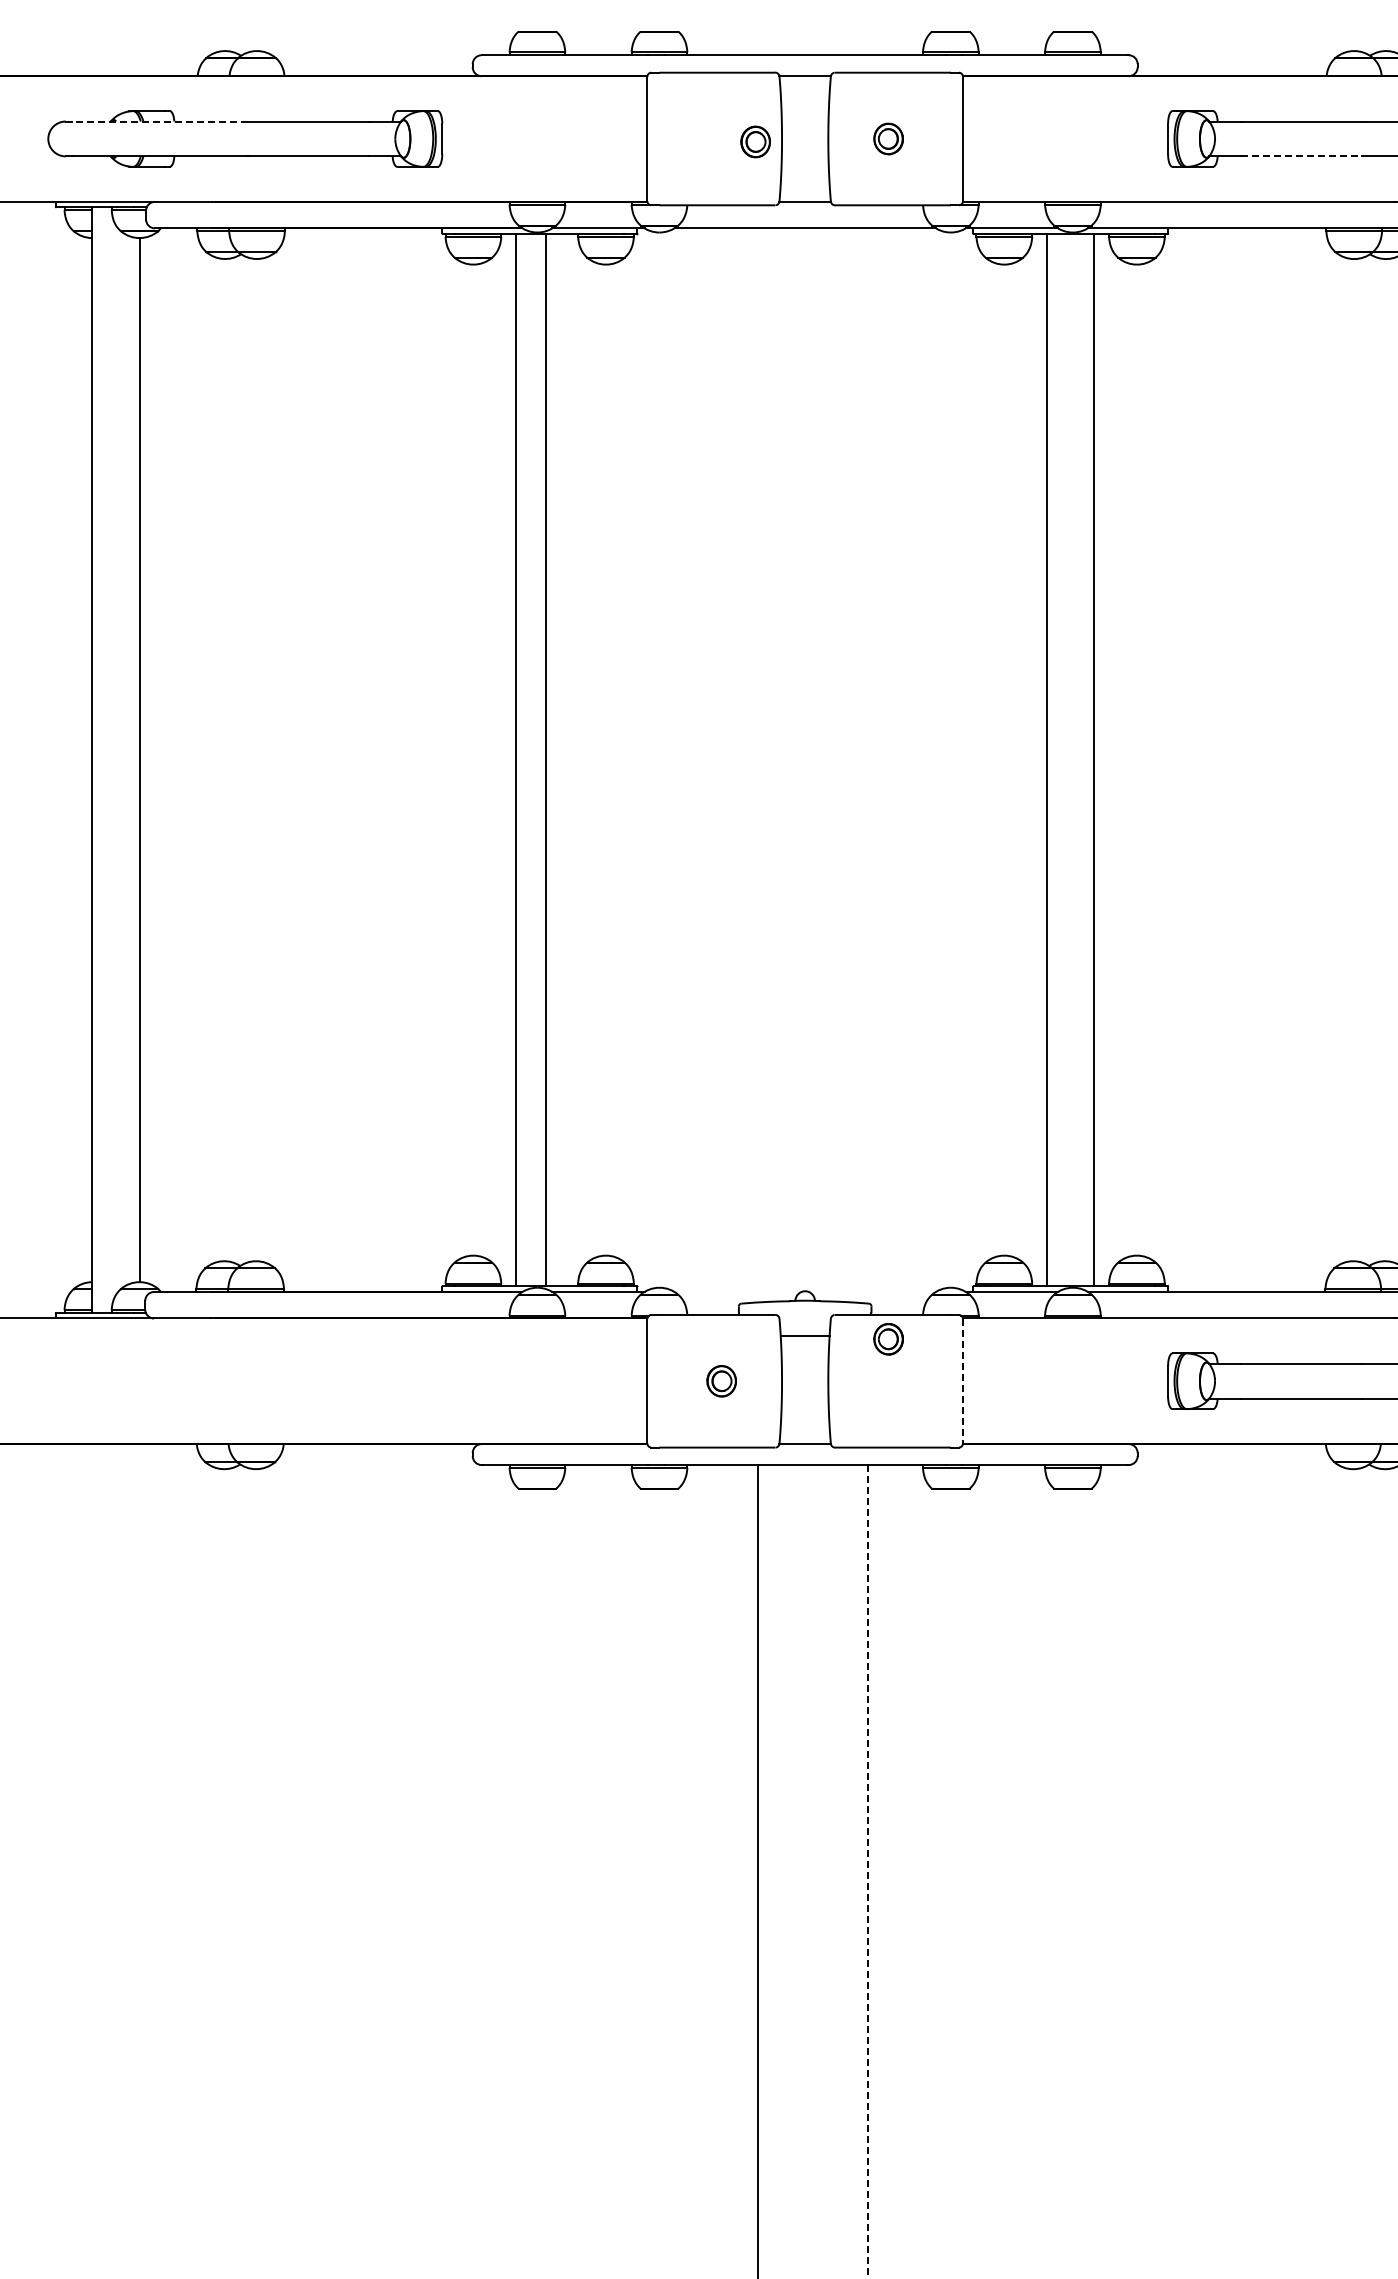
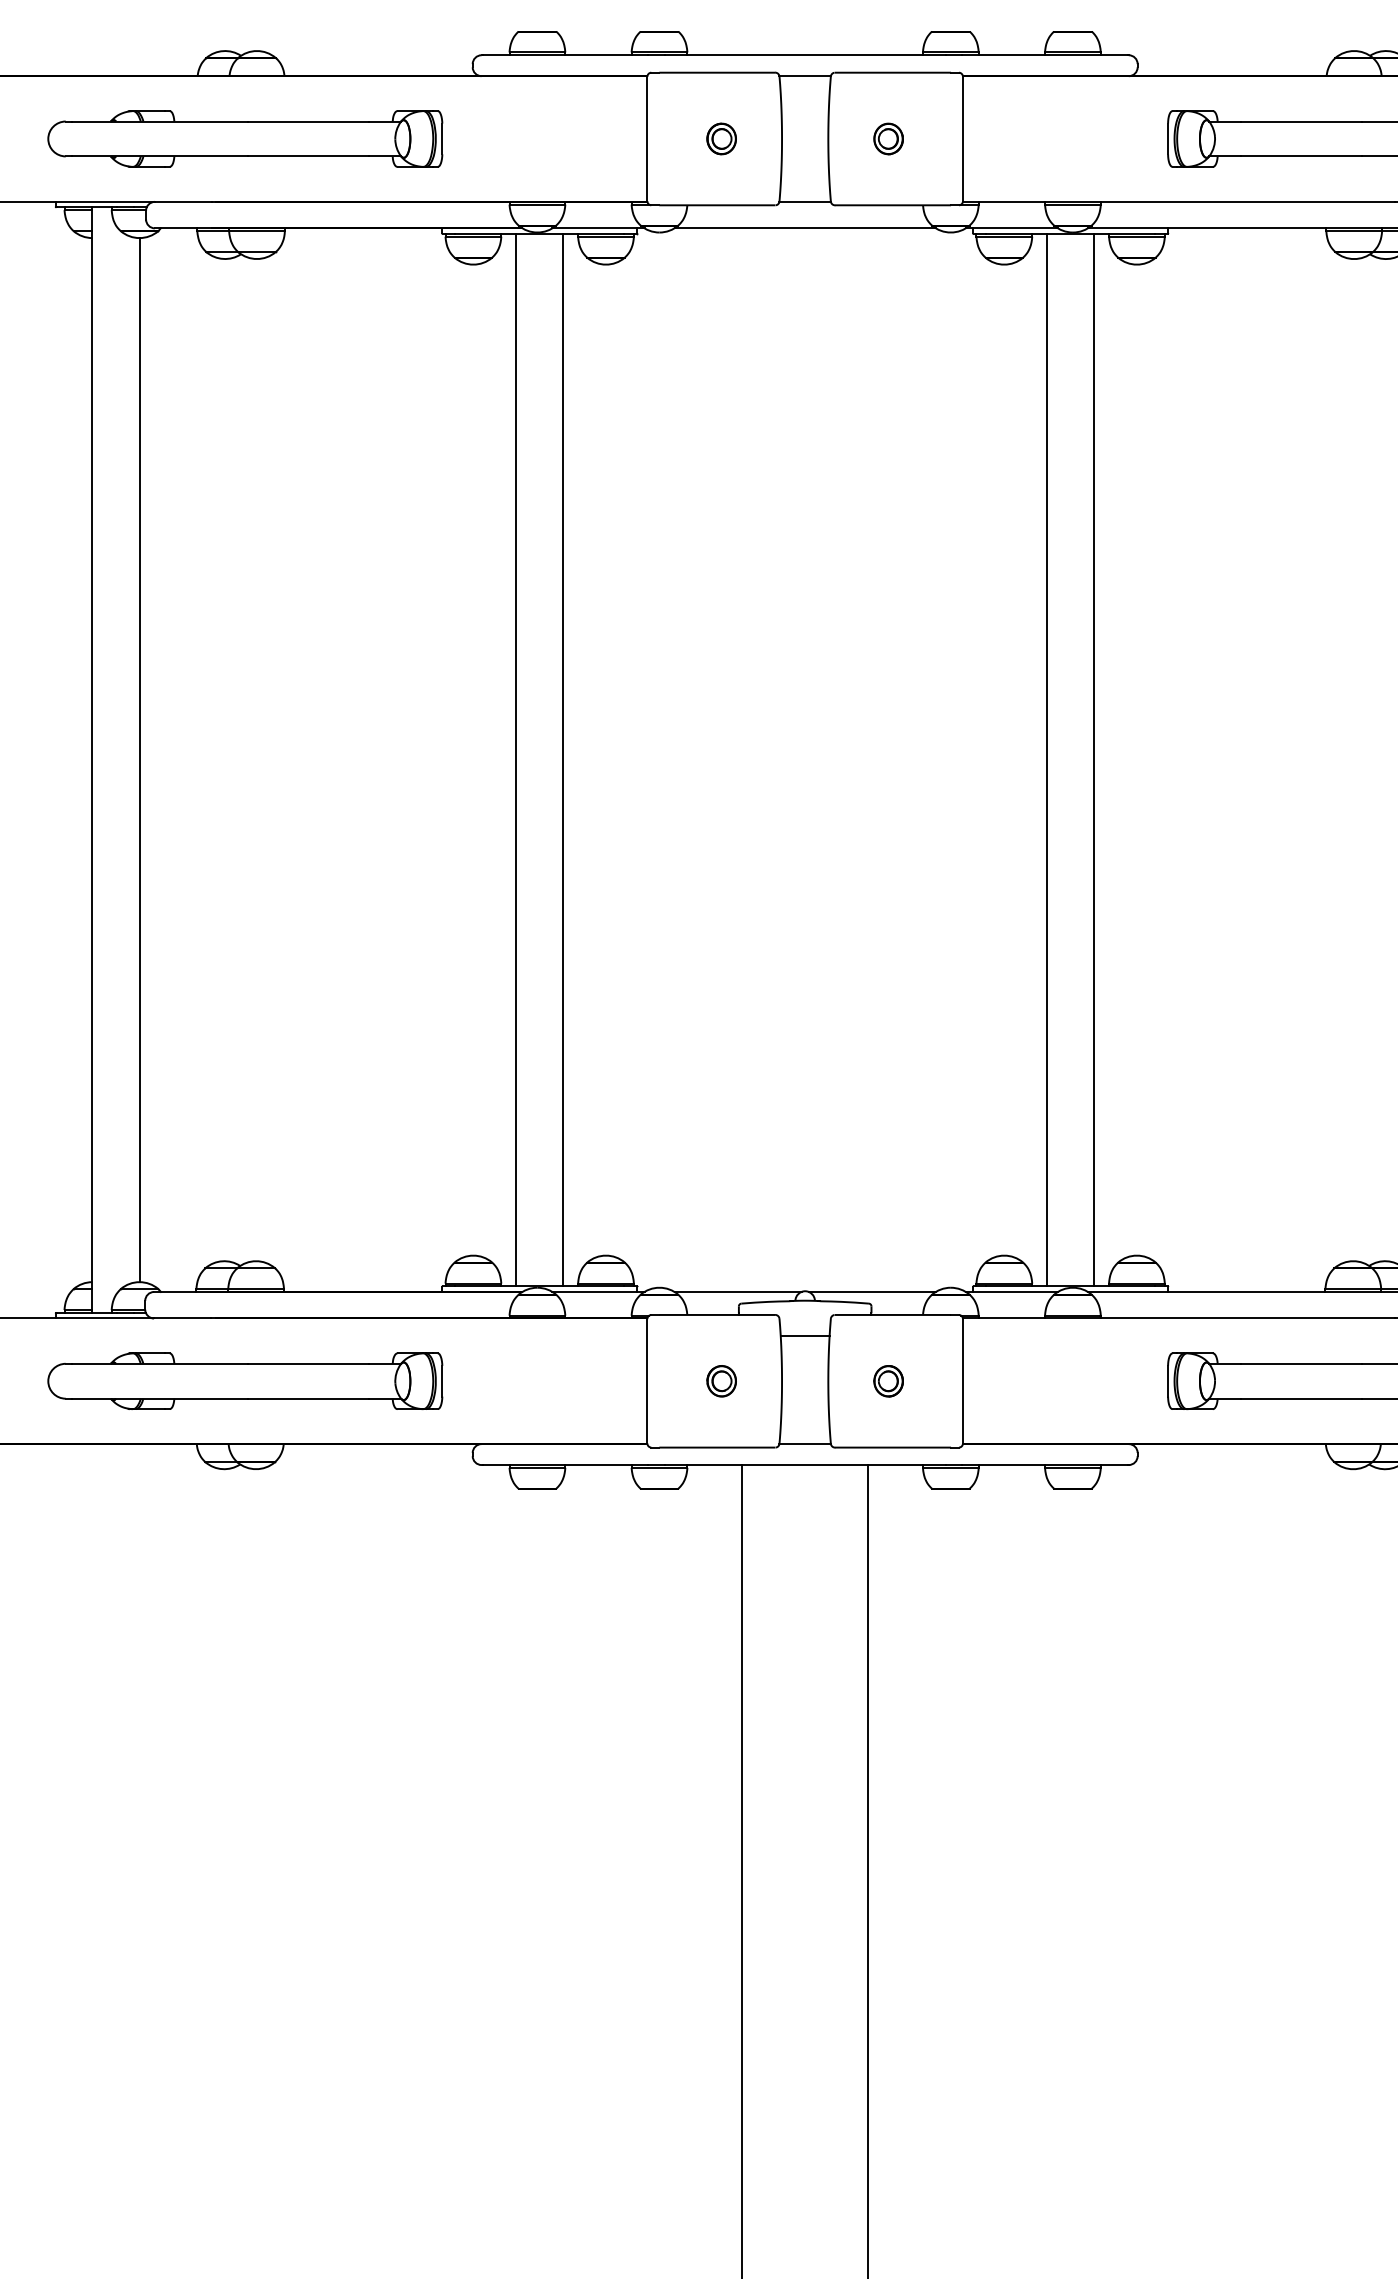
line at (159, 121): dashed -> solid
part at (755, 141) position: (755, 141) -> (721, 138)
line at (1302, 156): dashed -> solid
line at (546, 759) position: (546, 759) -> (563, 759)
line at (737, 1291): none -> present
line at (871, 1291): none -> present
part at (888, 1339) position: (888, 1339) -> (888, 1381)
part at (245, 1380): none -> present
line at (962, 1381): dashed -> solid
line at (758, 1870) position: (758, 1870) -> (742, 1870)
line at (867, 1871): dashed -> solid
